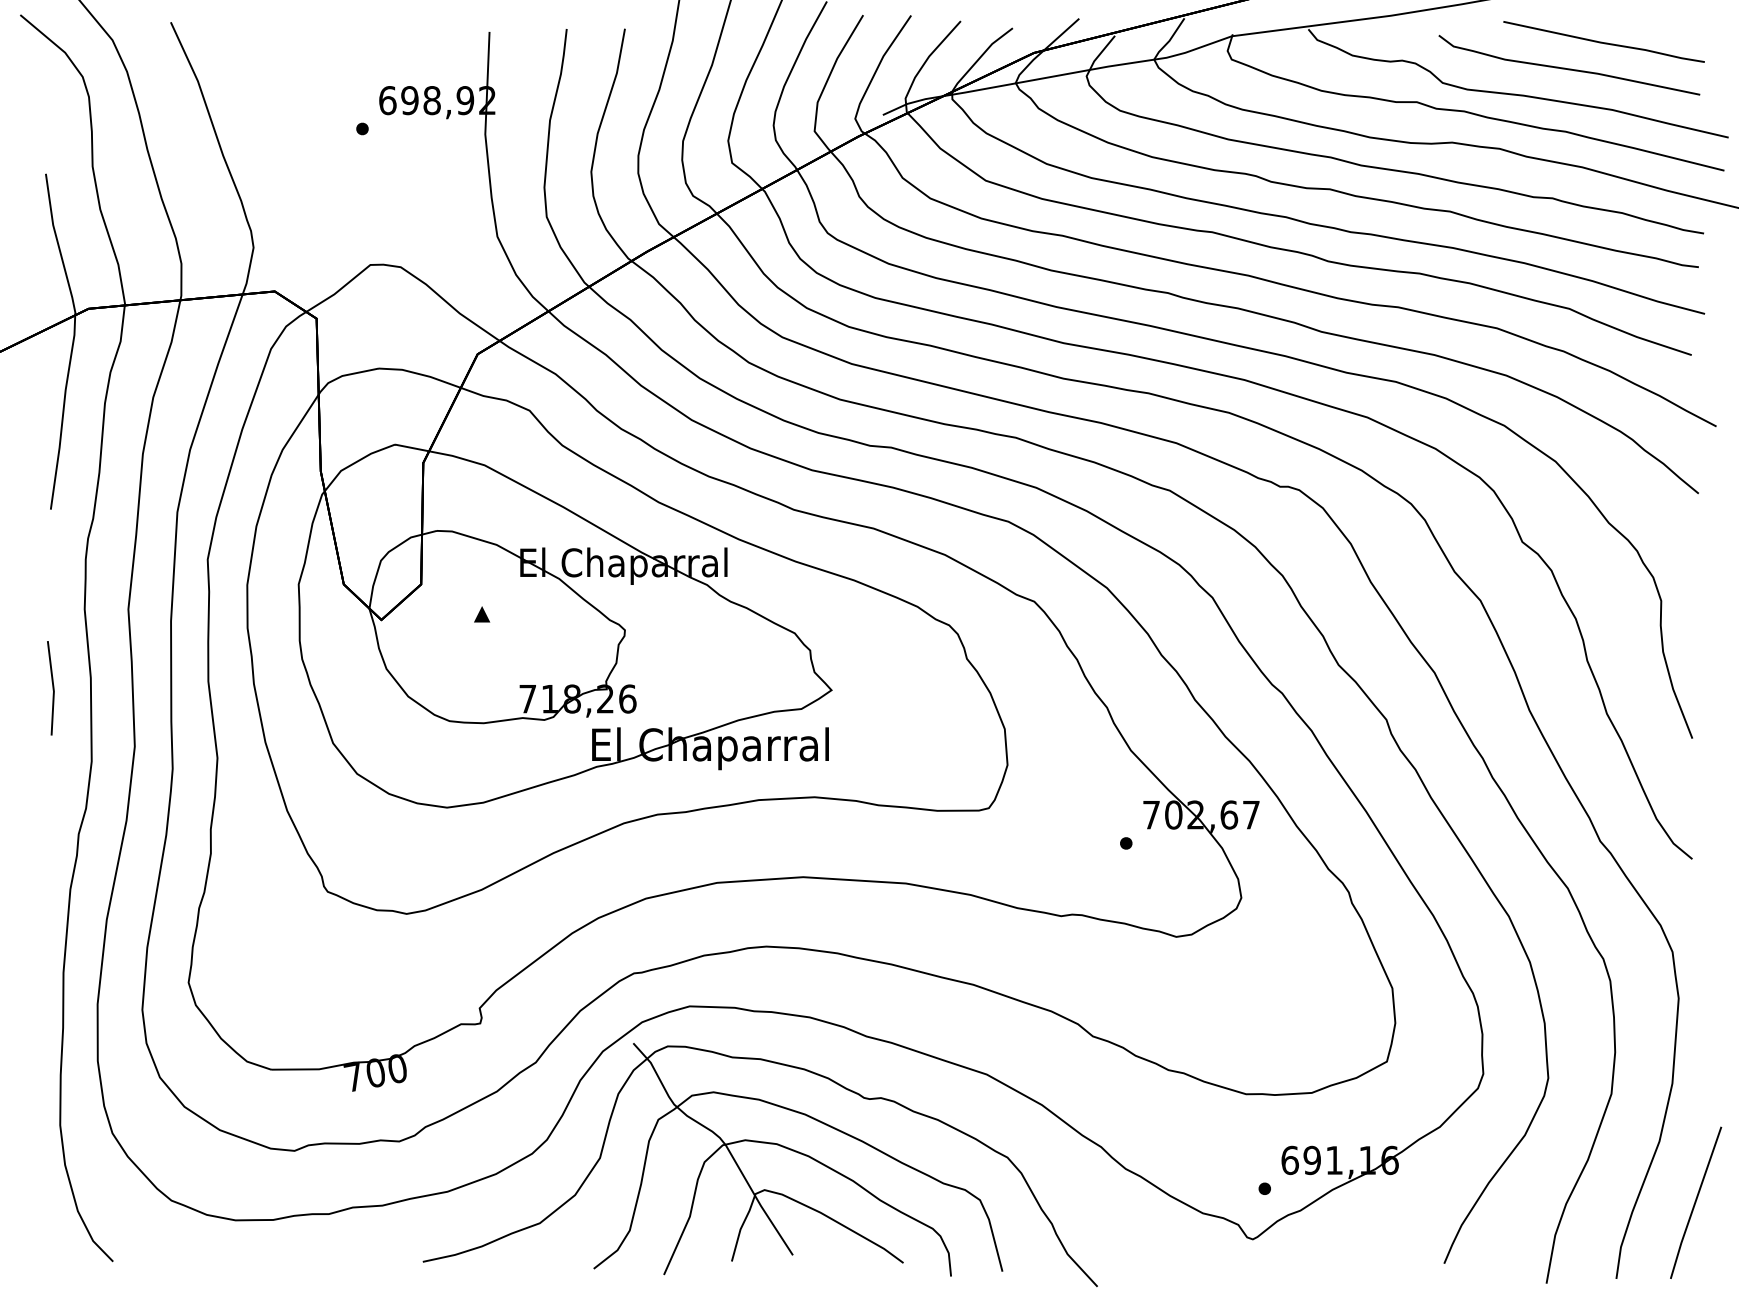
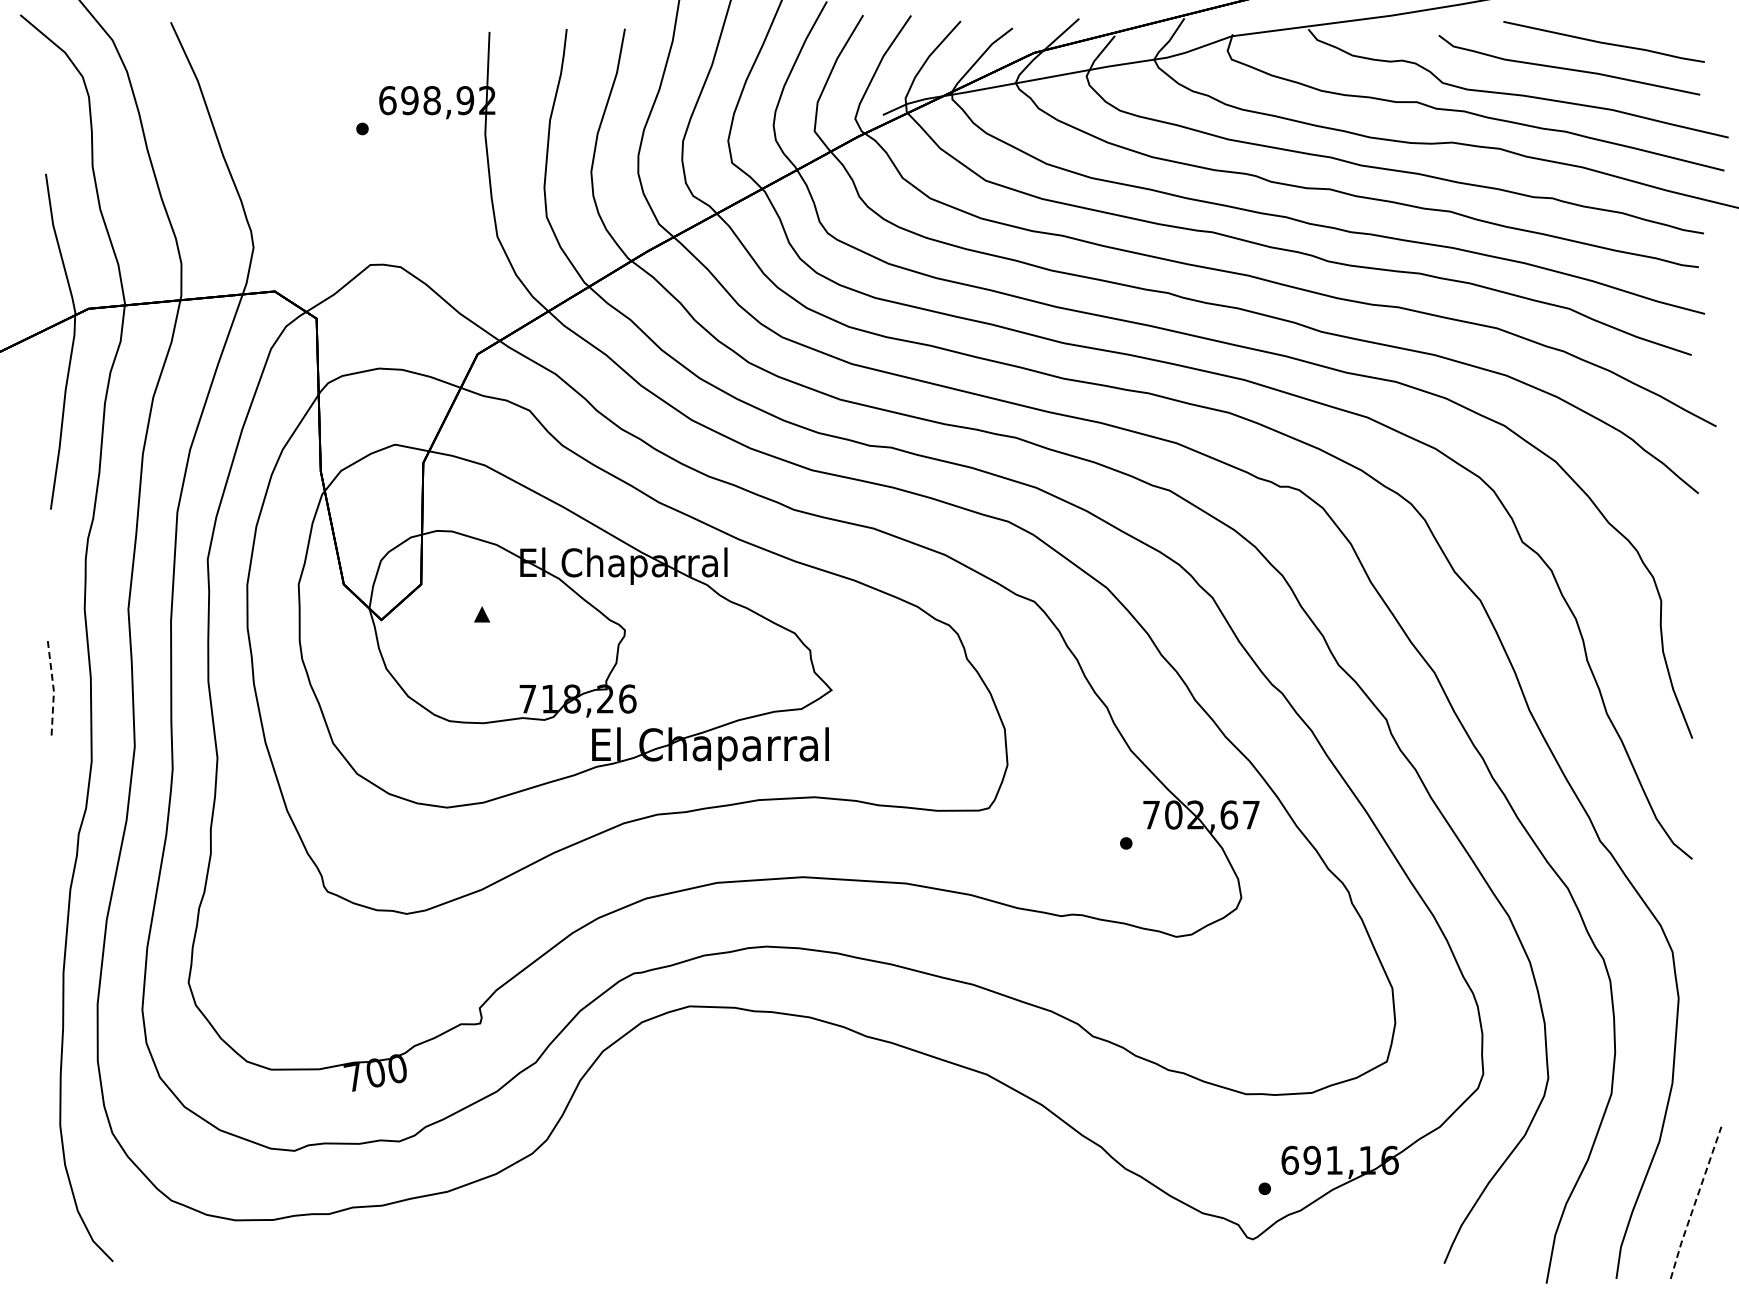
line at (53, 689): solid -> dashed
part at (743, 1173): present -> none
line at (1695, 1203): solid -> dashed
